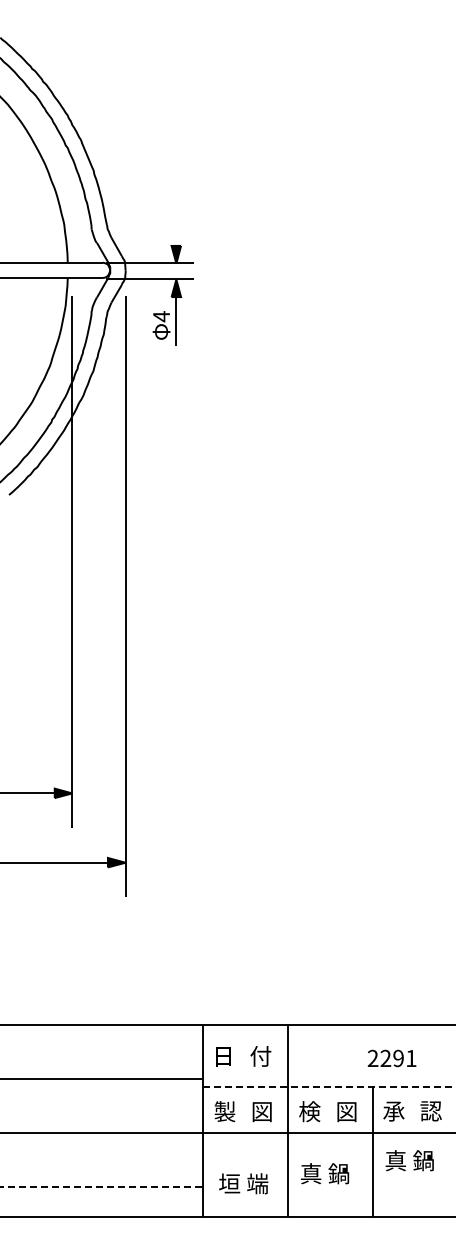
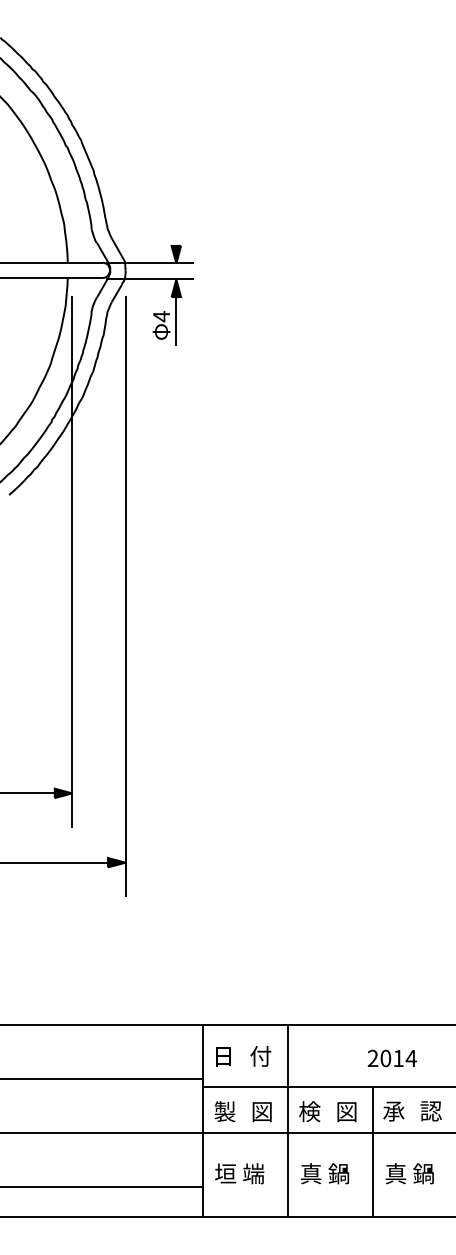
text at (398, 1058): 2291 -> 2014
line at (329, 1086): dashed -> solid
text at (409, 1160) position: (409, 1160) -> (409, 1173)
text at (243, 1183) position: (243, 1183) -> (239, 1173)
line at (102, 1186): dashed -> solid
